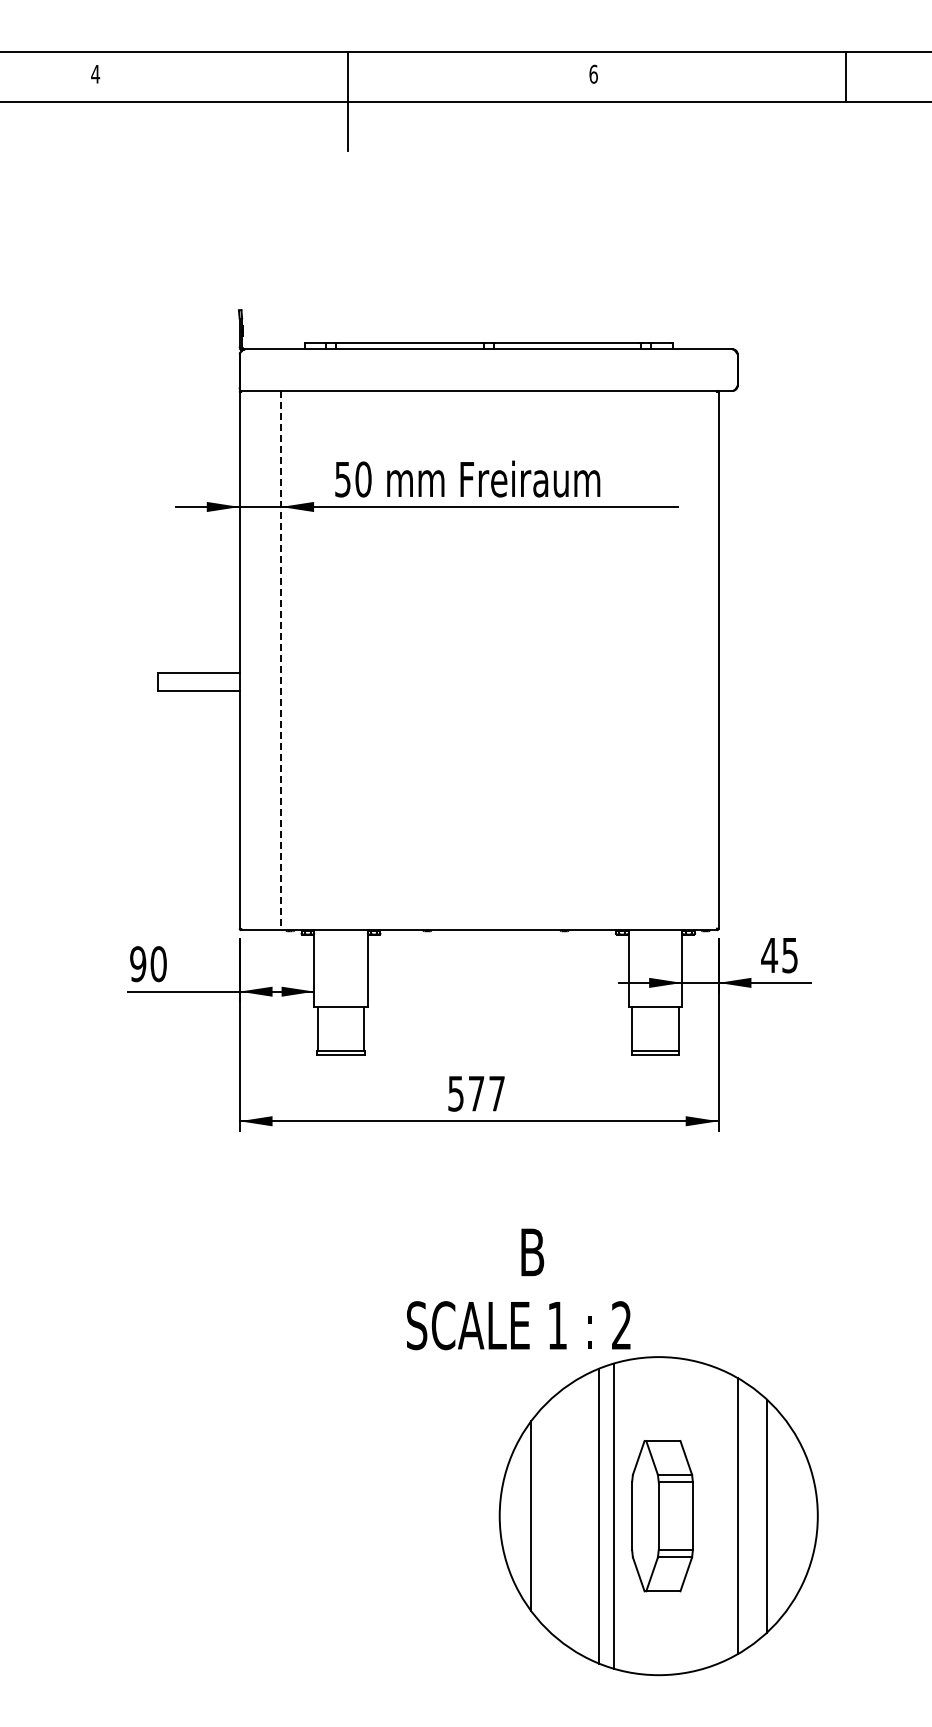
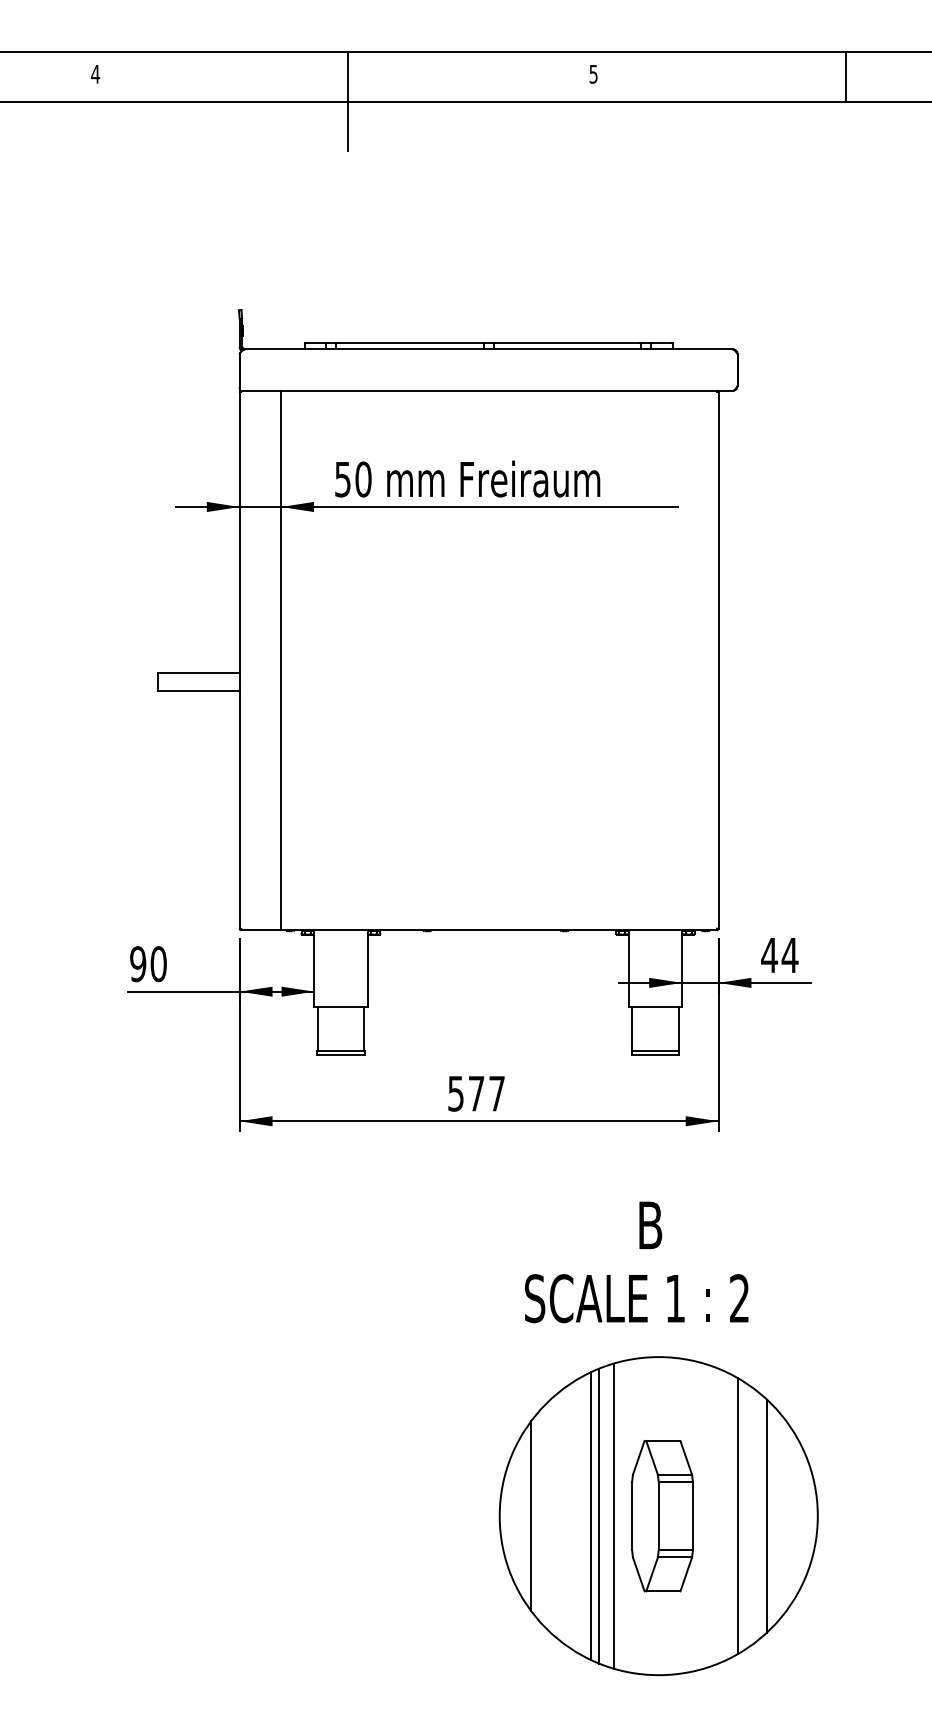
text at (593, 73): 6 -> 5
line at (281, 660): dashed -> solid
text at (789, 955): 45 -> 44
text at (518, 1289) position: (518, 1289) -> (636, 1262)
line at (590, 1515): none -> present
